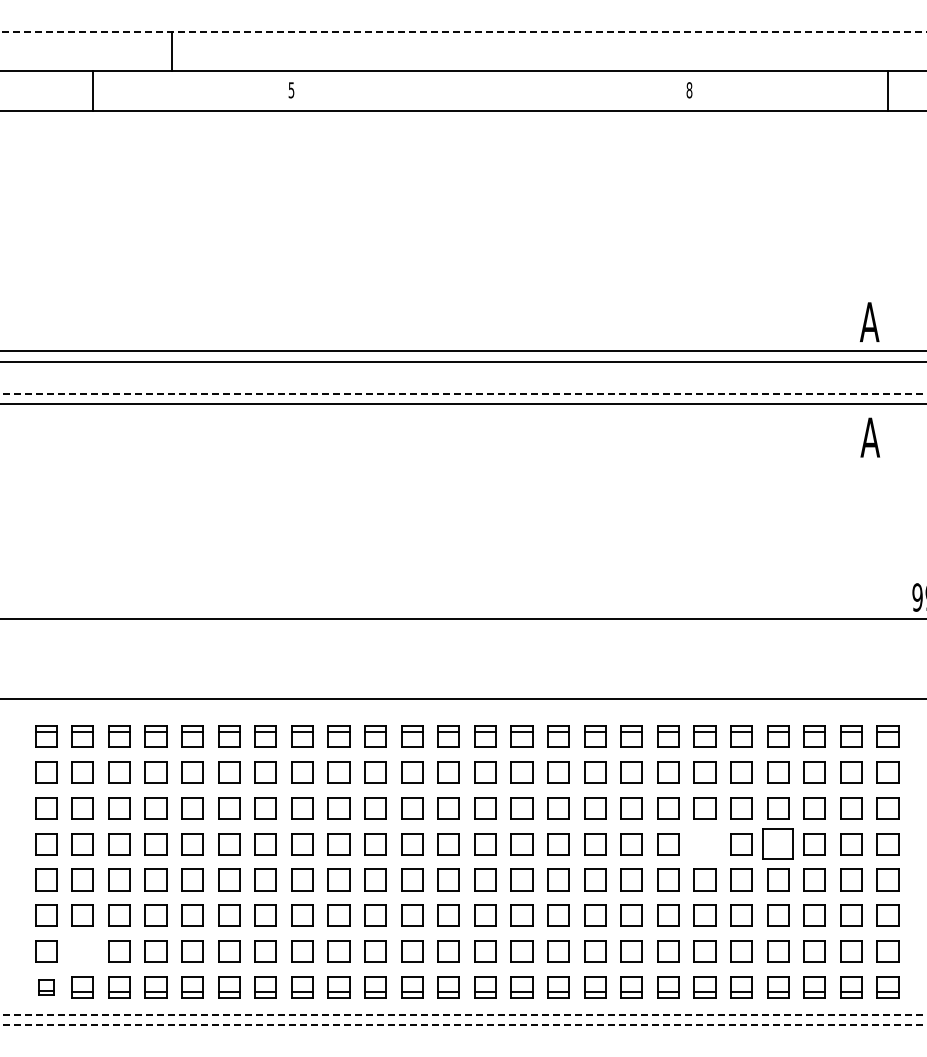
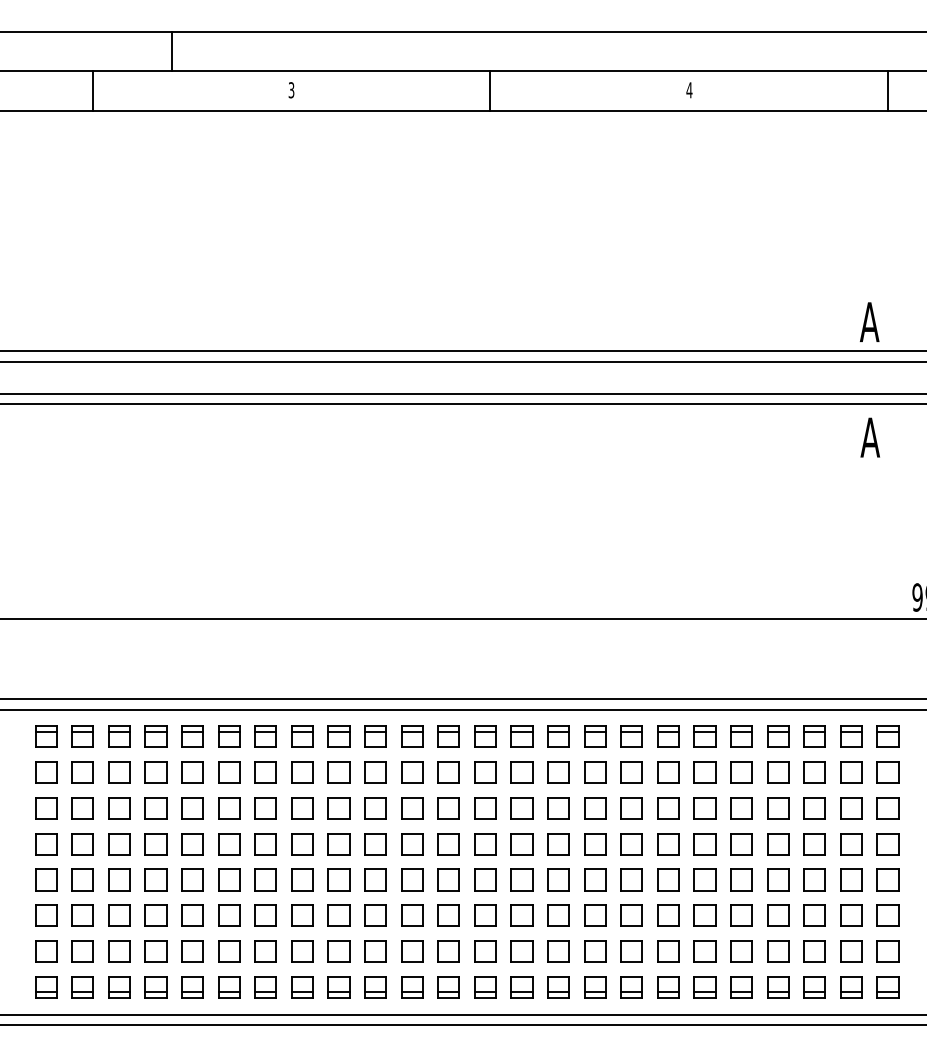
line at (463, 31): dashed -> solid
text at (291, 89): 5 -> 3
text at (689, 90): 8 -> 4
line at (490, 91): none -> present
line at (464, 393): dashed -> solid
line at (462, 709): none -> present
part at (777, 843) size: 32x32 px -> 23x23 px
part at (704, 844): none -> present
part at (82, 951): none -> present
part at (46, 987) size: 17x17 px -> 23x23 px
line at (464, 1014): dashed -> solid
line at (464, 1025): dashed -> solid
